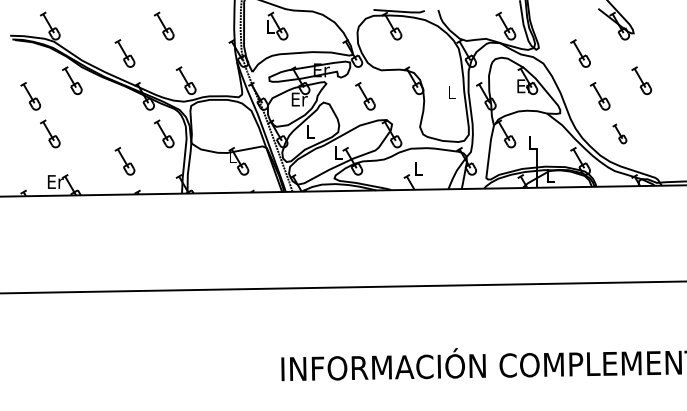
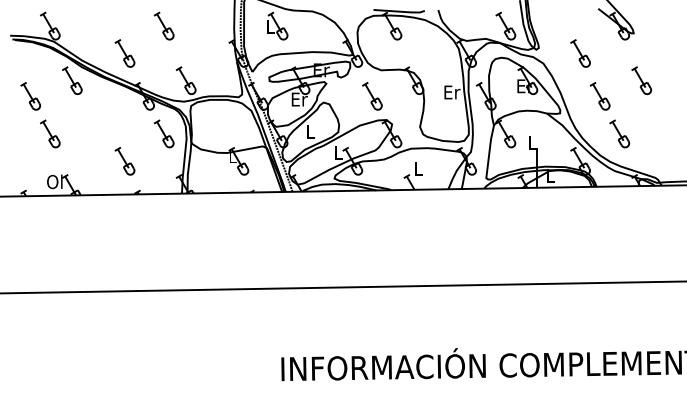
text at (452, 92): L -> Er
part at (365, 96) position: (365, 96) -> (372, 96)
part at (619, 133) size: 16x22 px -> 22x30 px
text at (55, 181): Er -> Ol
